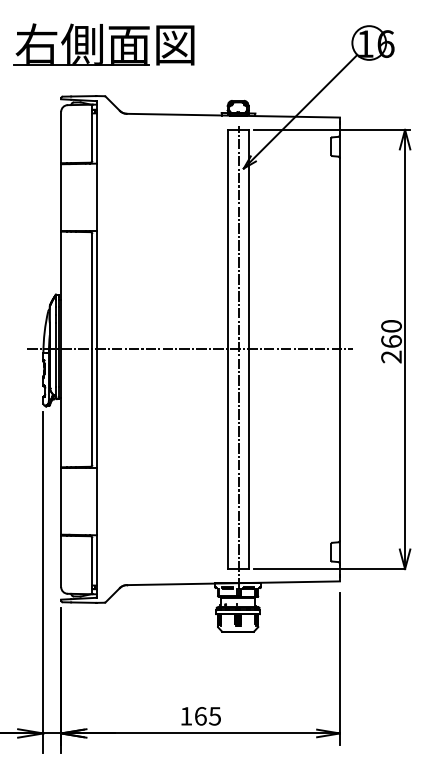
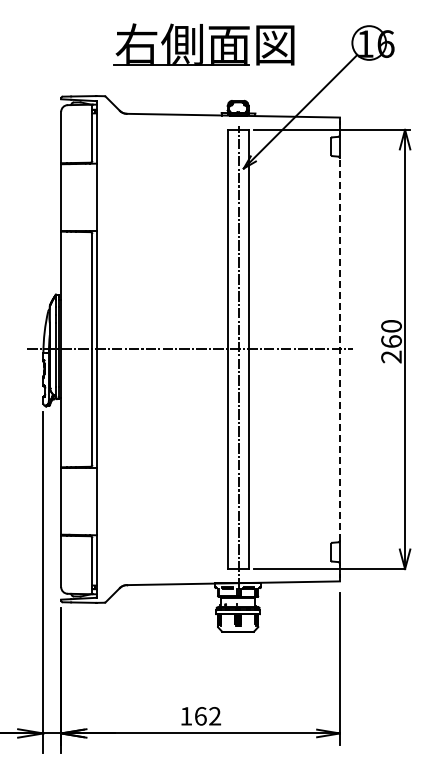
part at (103, 44) position: (103, 44) -> (203, 44)
line at (339, 348): solid -> dashed
text at (215, 716): 165 -> 162
